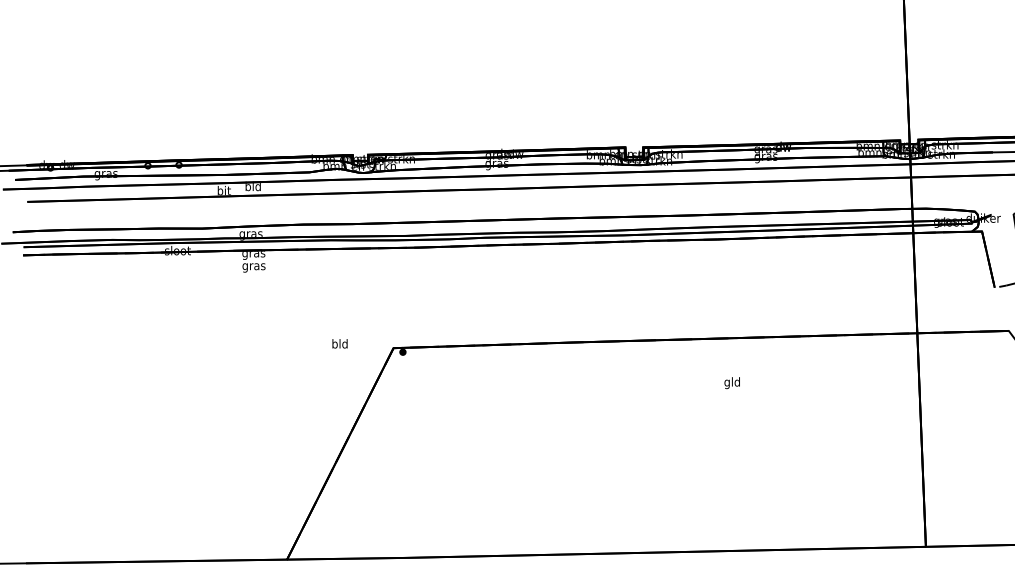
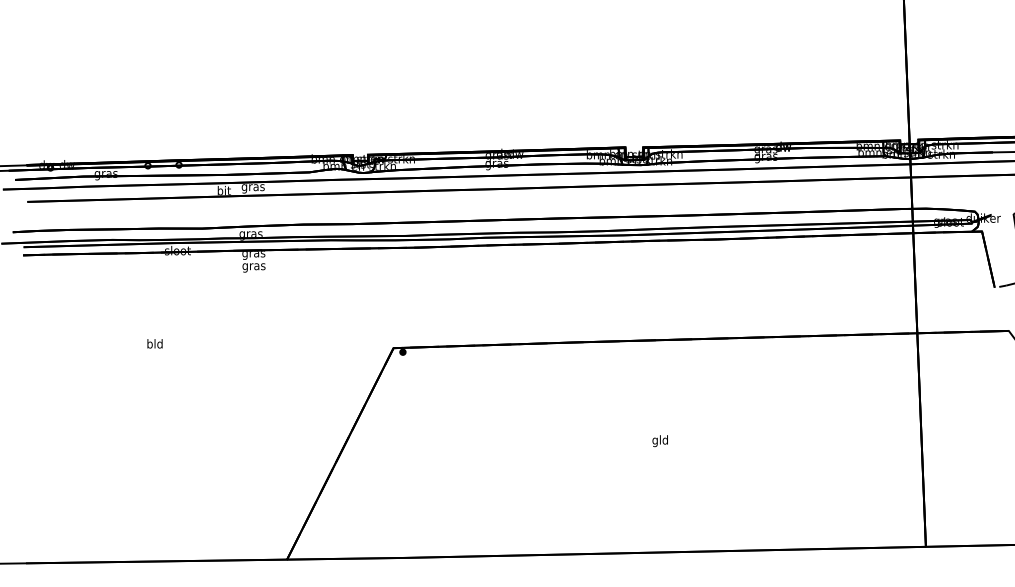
text at (252, 188): bld -> gras
text at (339, 343) position: (339, 343) -> (154, 343)
text at (731, 383) position: (731, 383) -> (659, 441)
